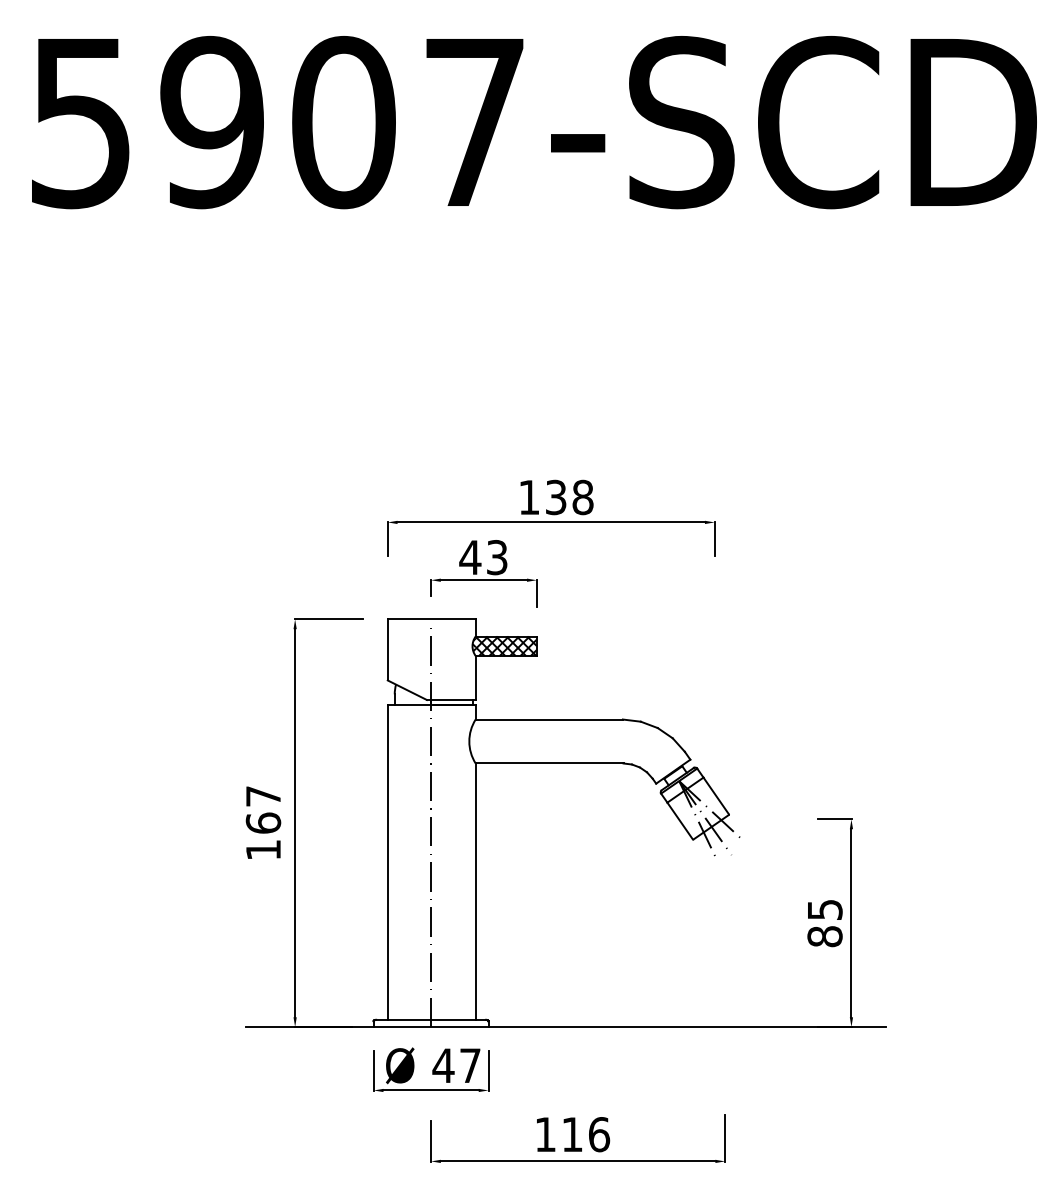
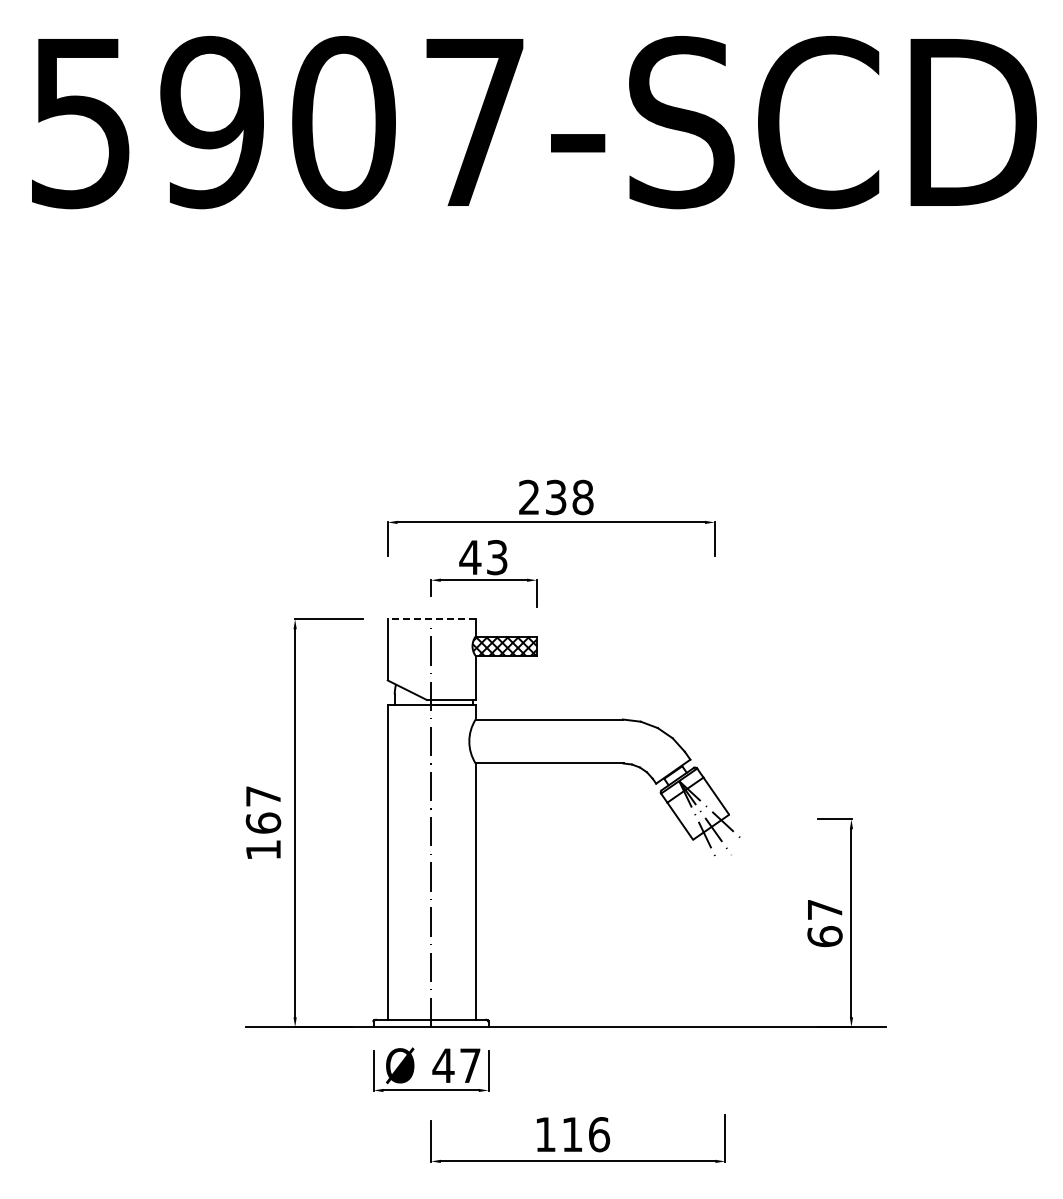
text at (528, 496): 138 -> 238
line at (431, 619): solid -> dashed
text at (824, 923): 85 -> 67
